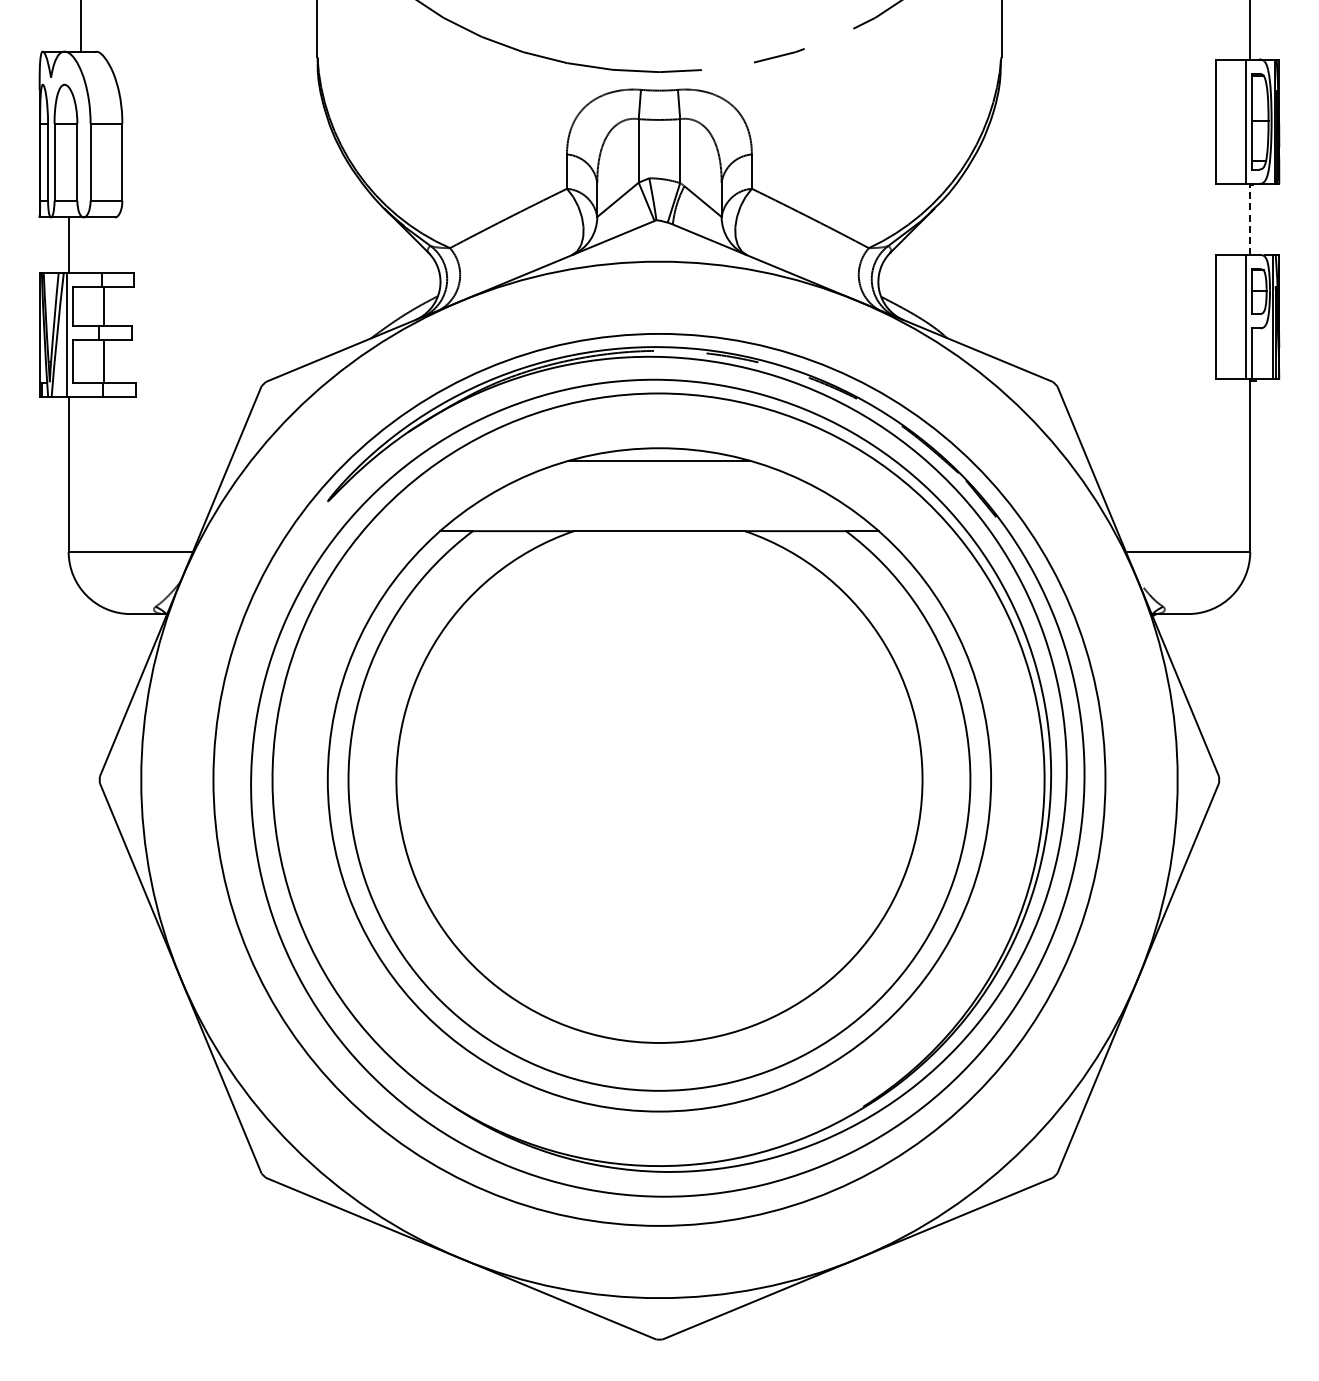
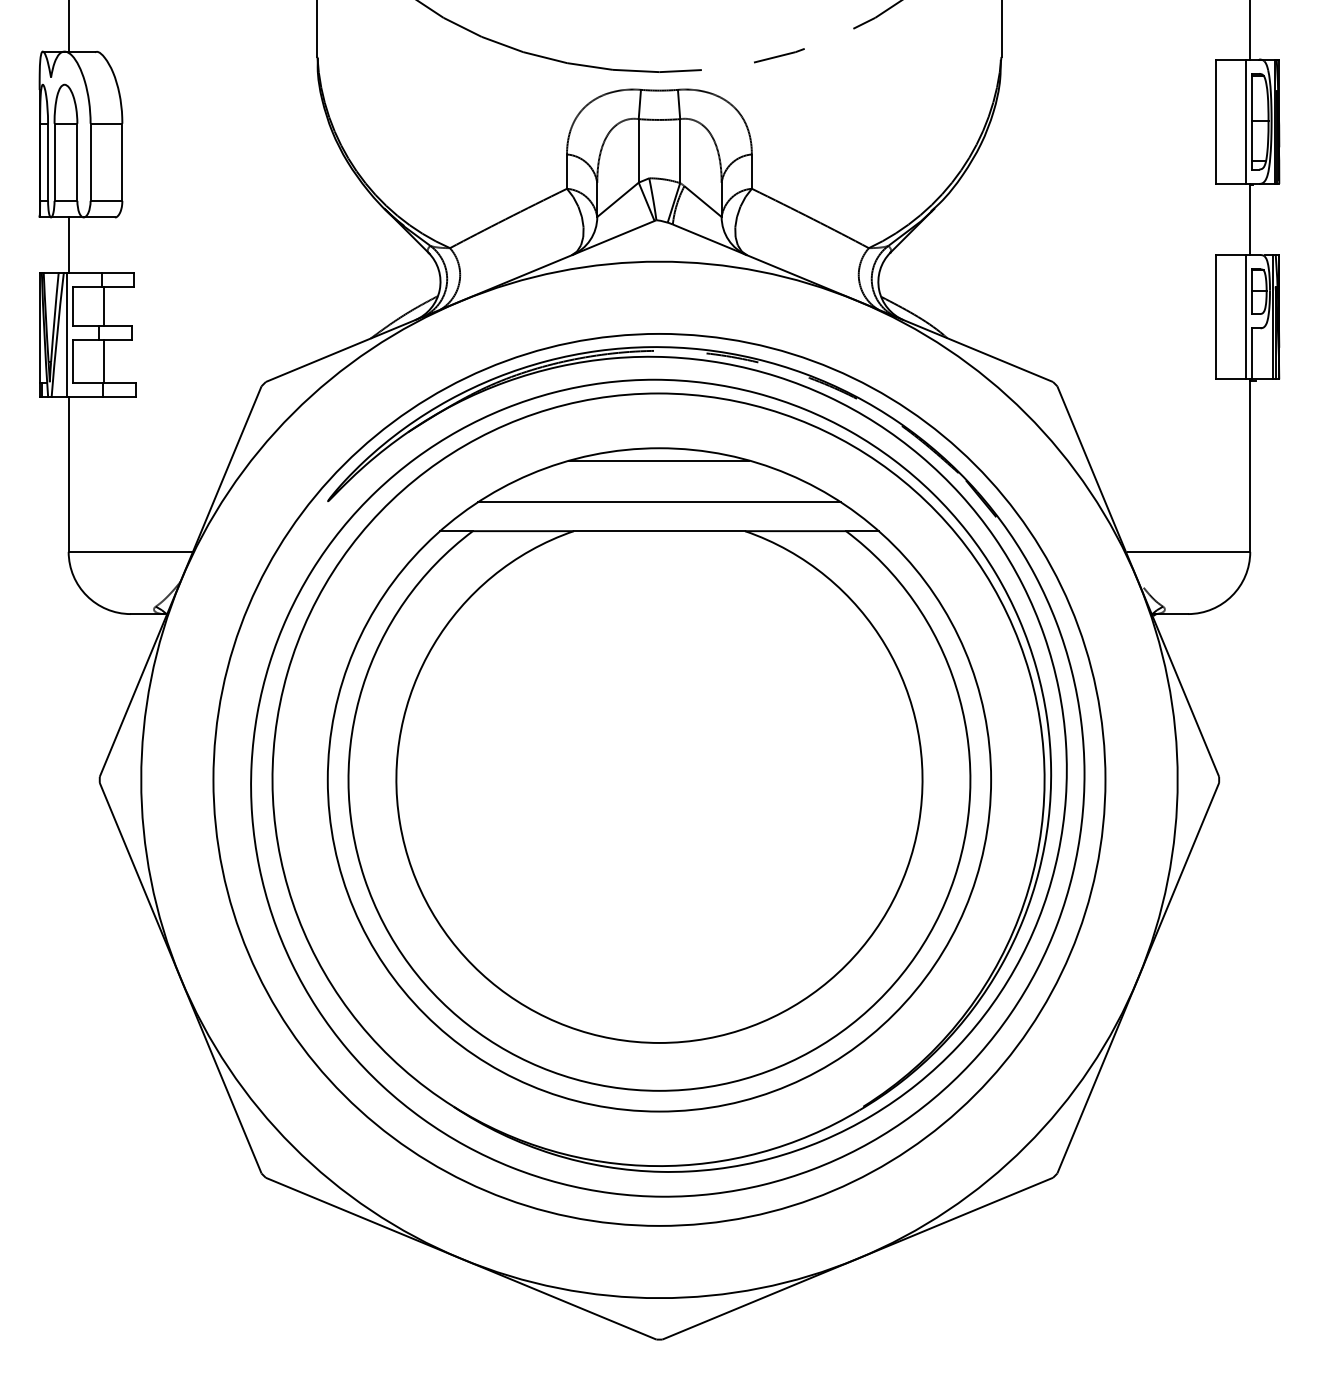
line at (80, 26) position: (80, 26) -> (68, 26)
line at (1250, 219): dashed -> solid
line at (659, 502): none -> present
